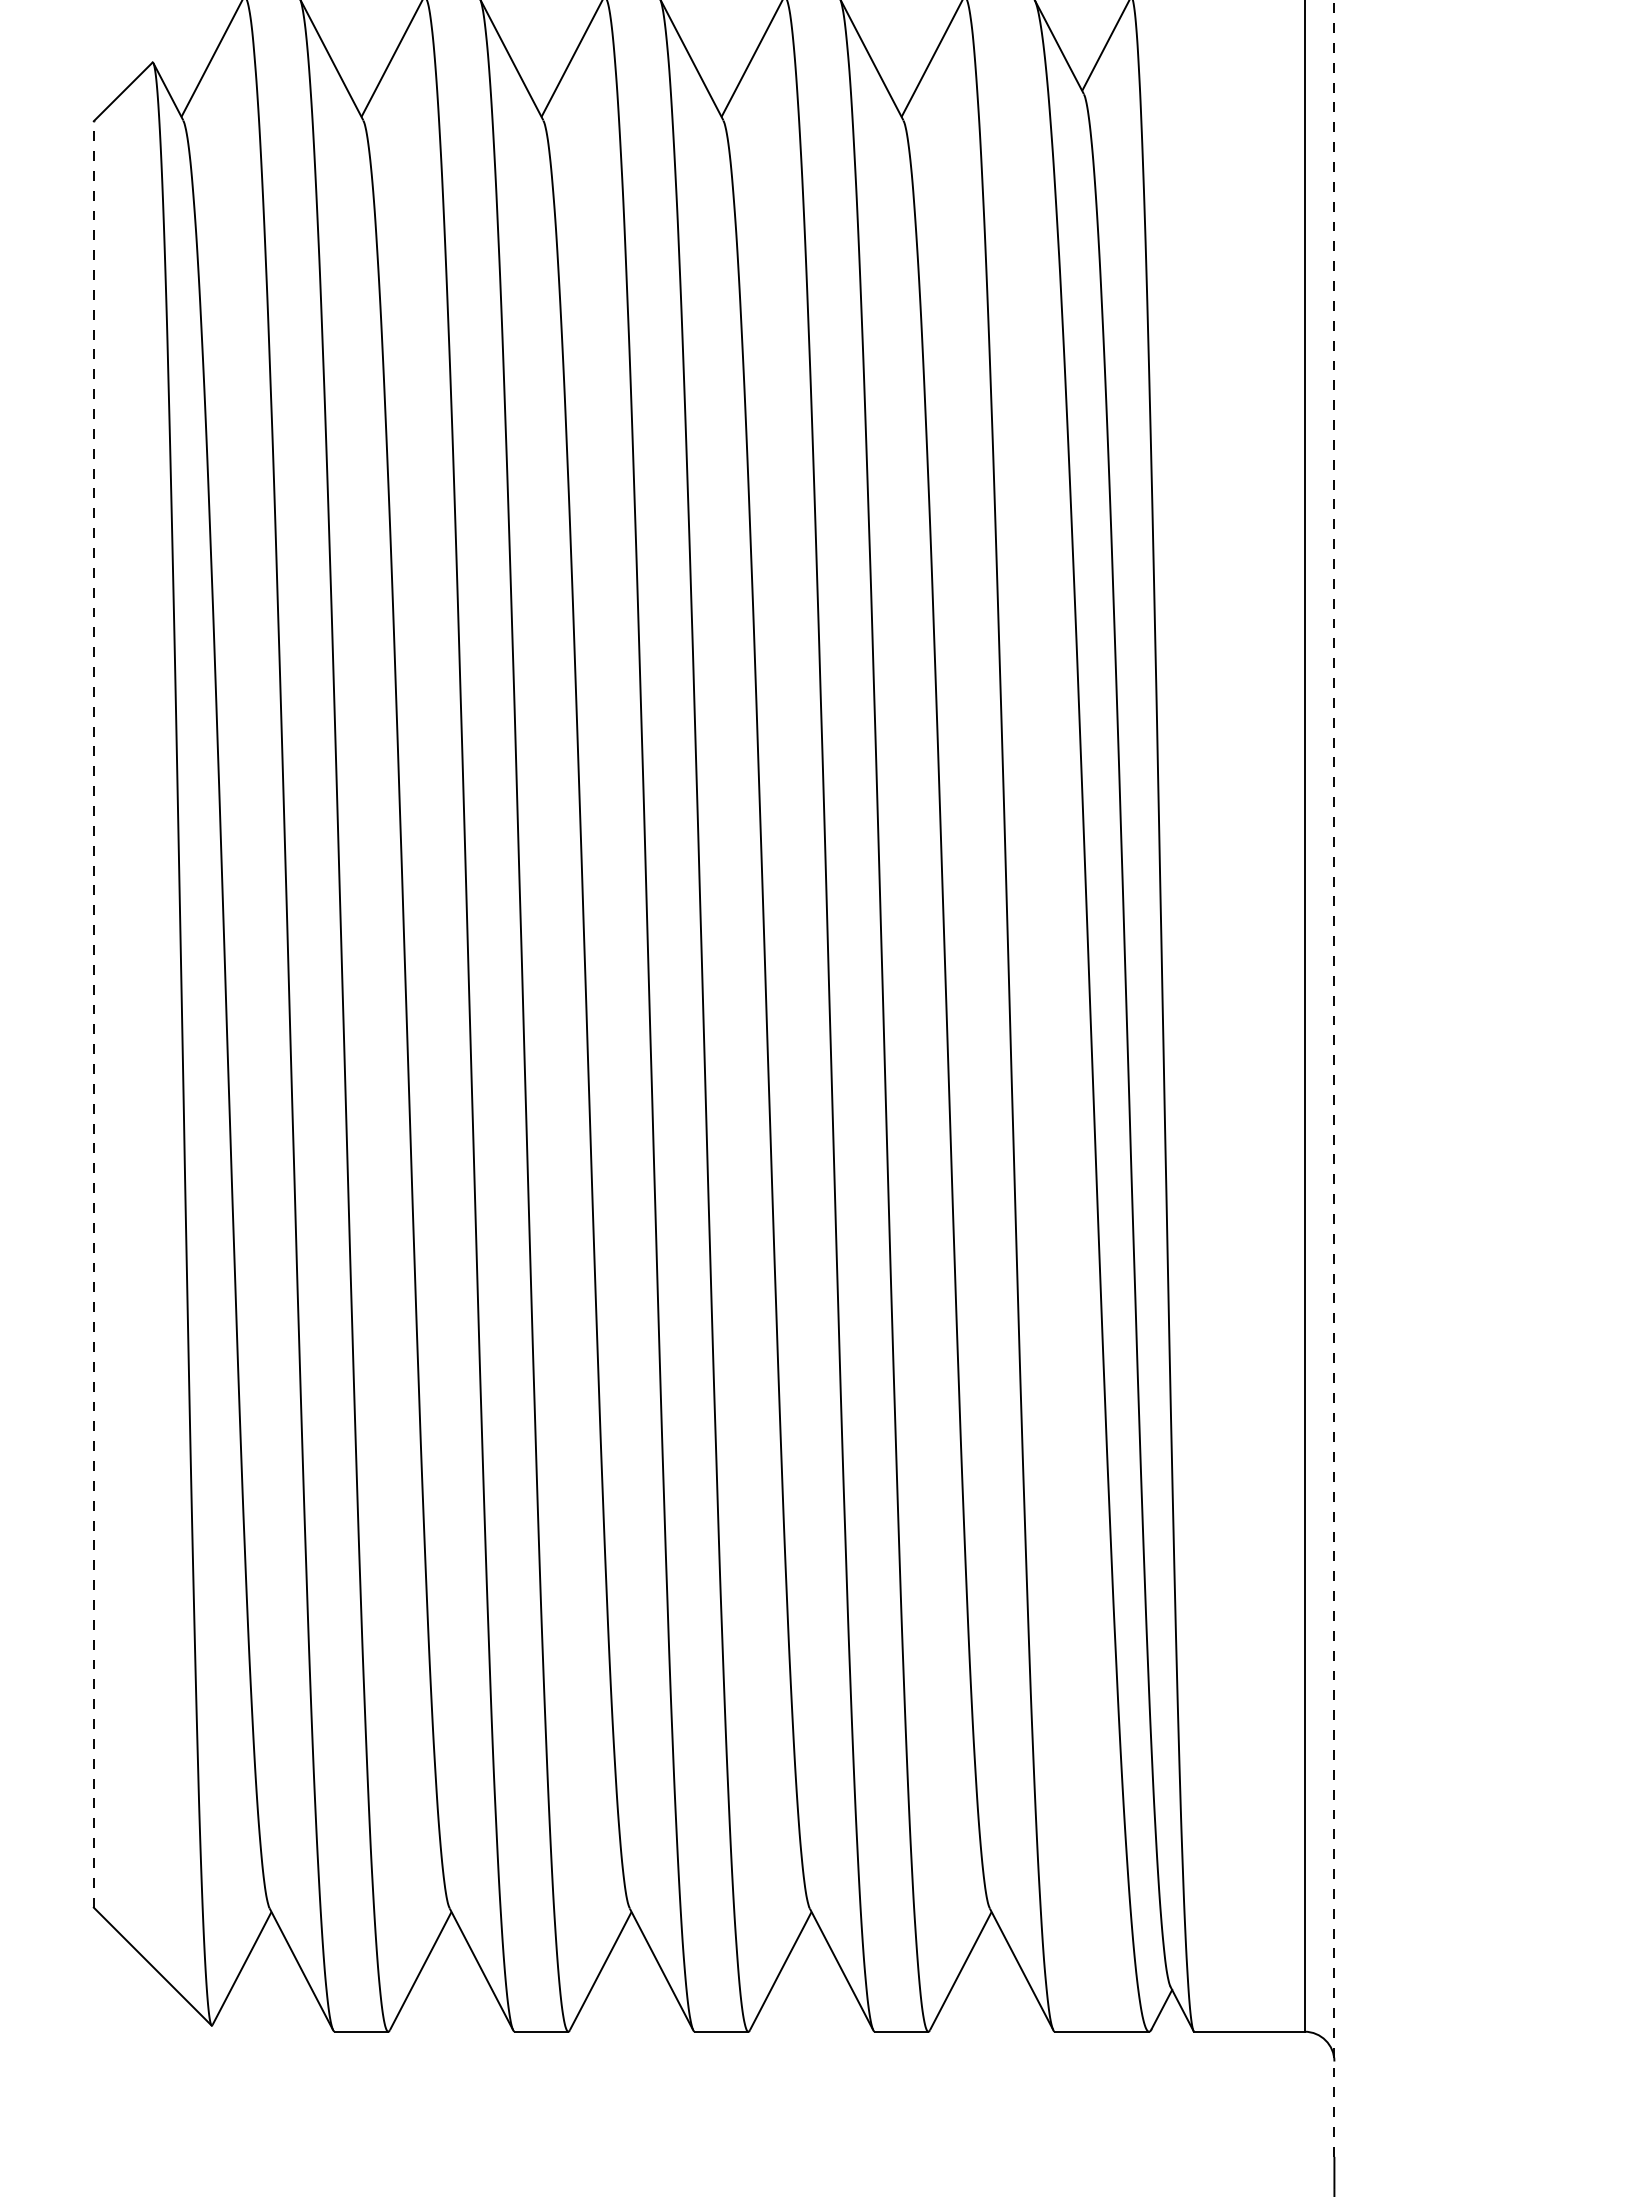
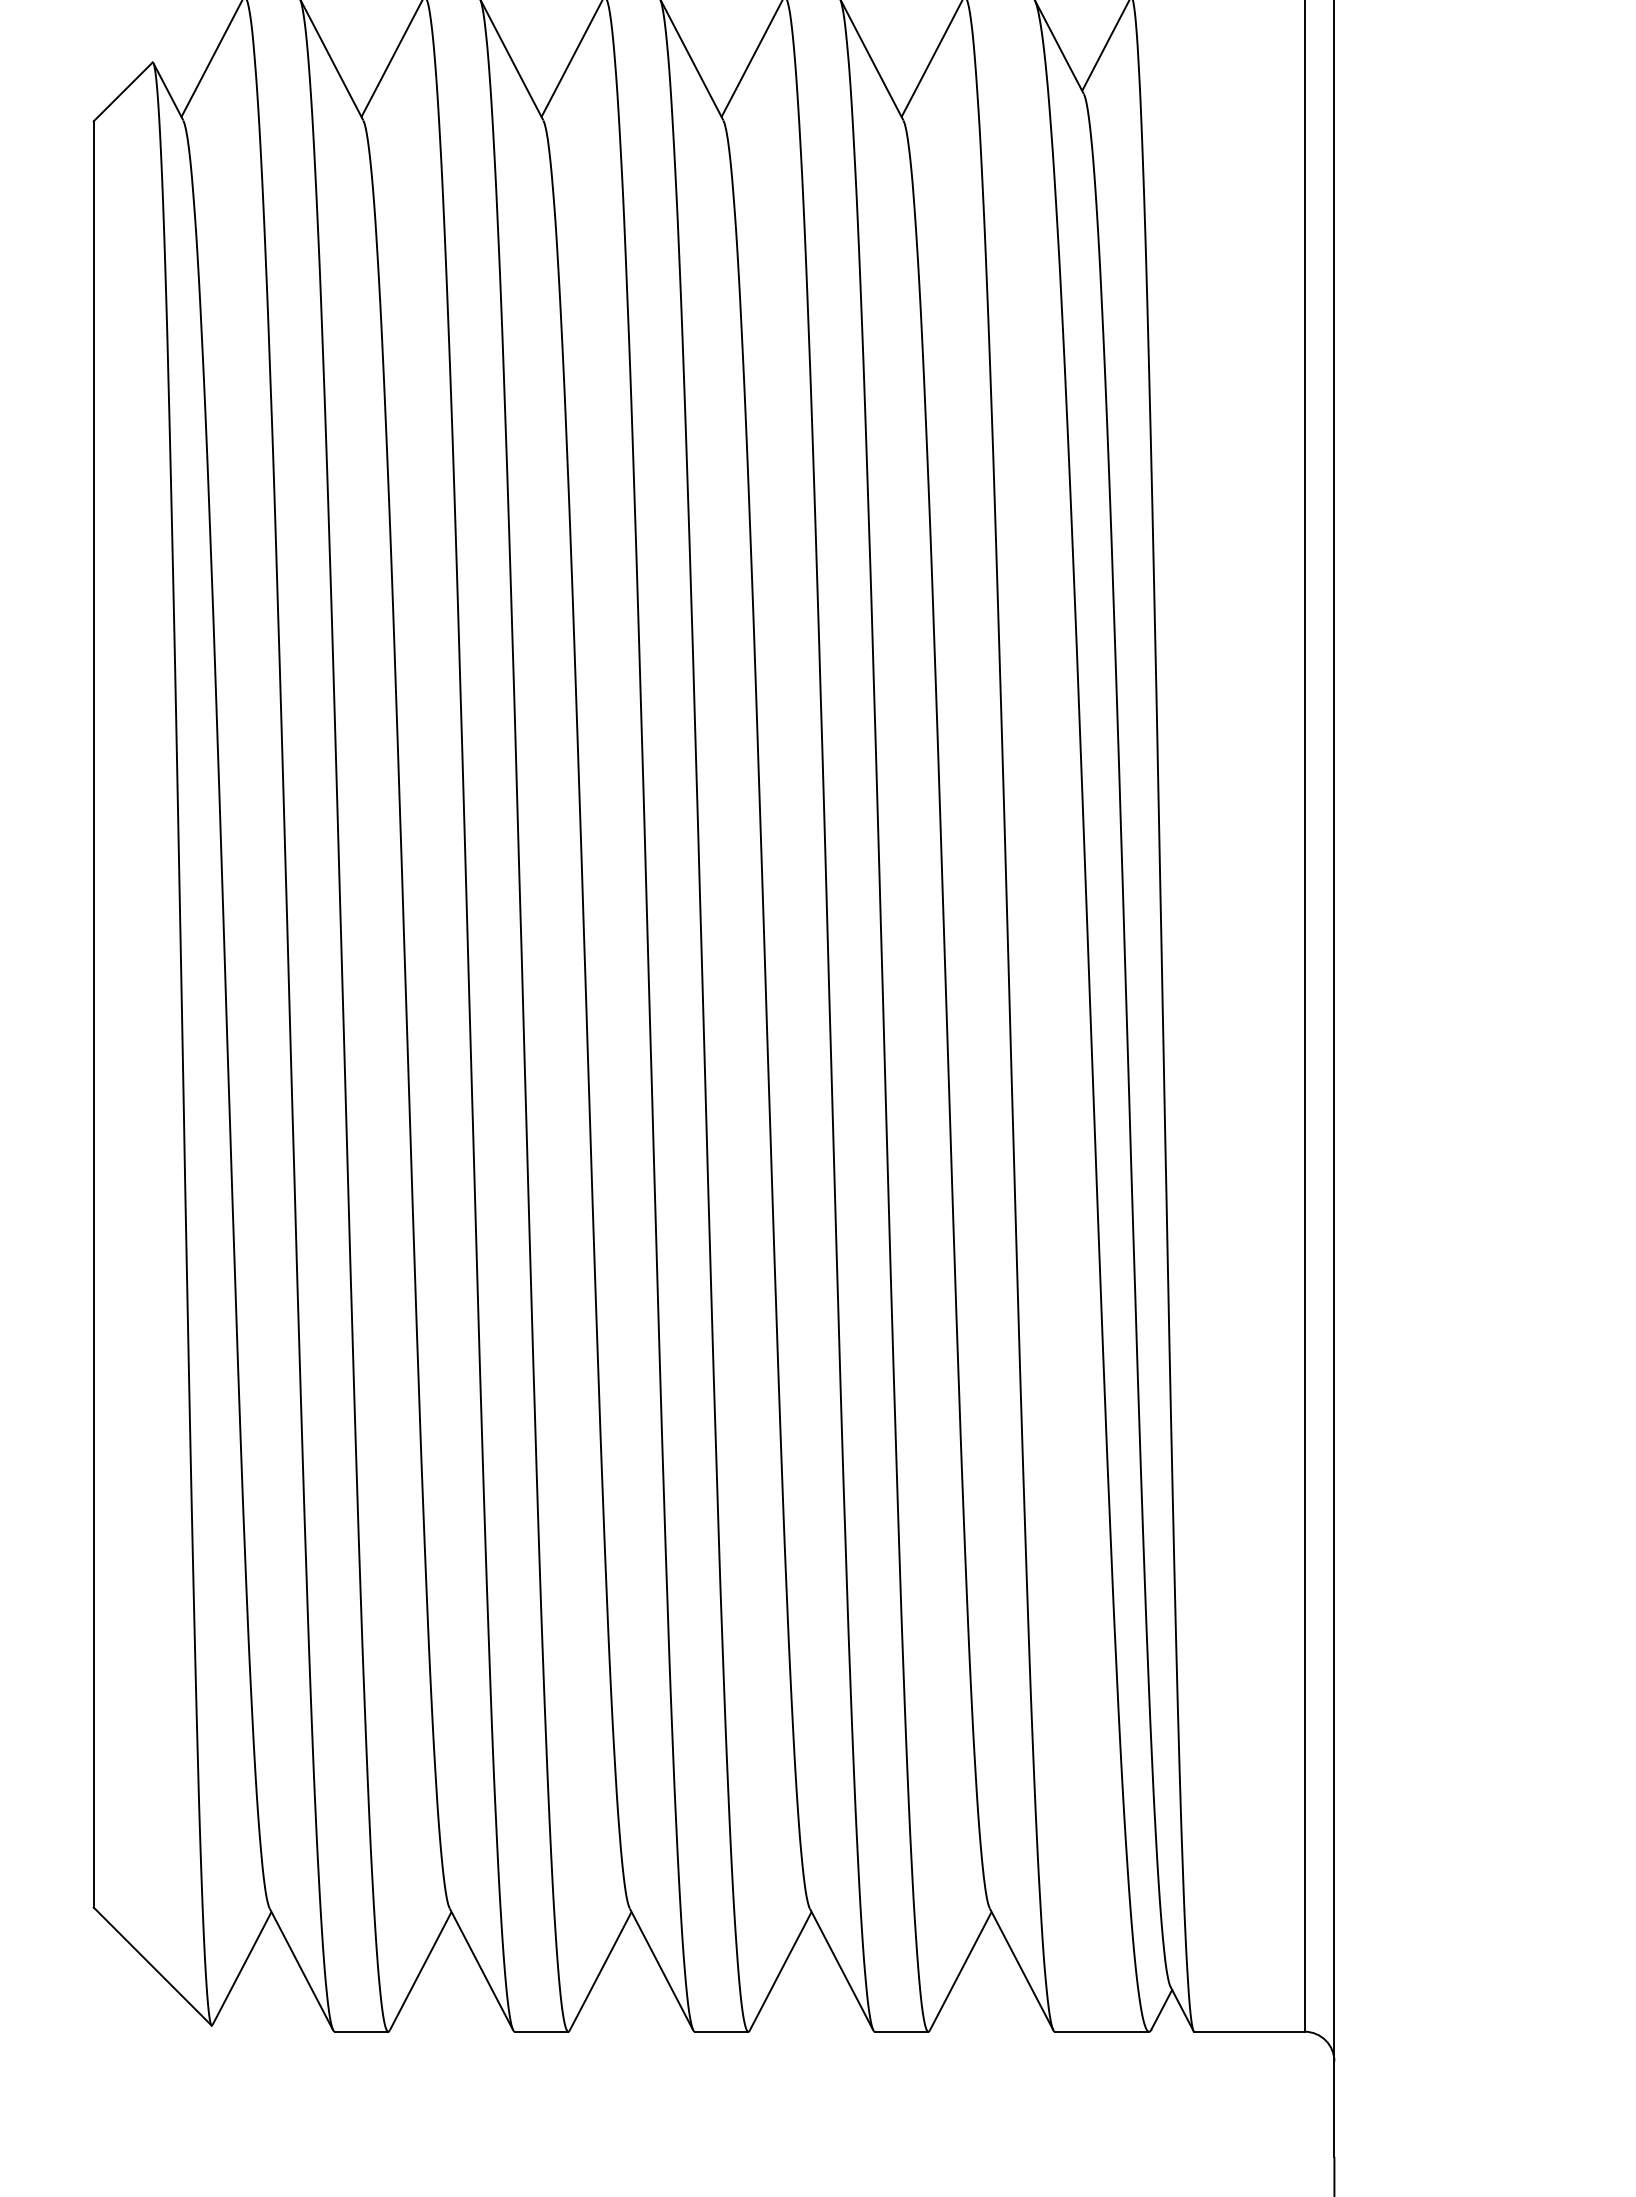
line at (93, 1013): dashed -> solid
line at (1334, 1077): dashed -> solid
